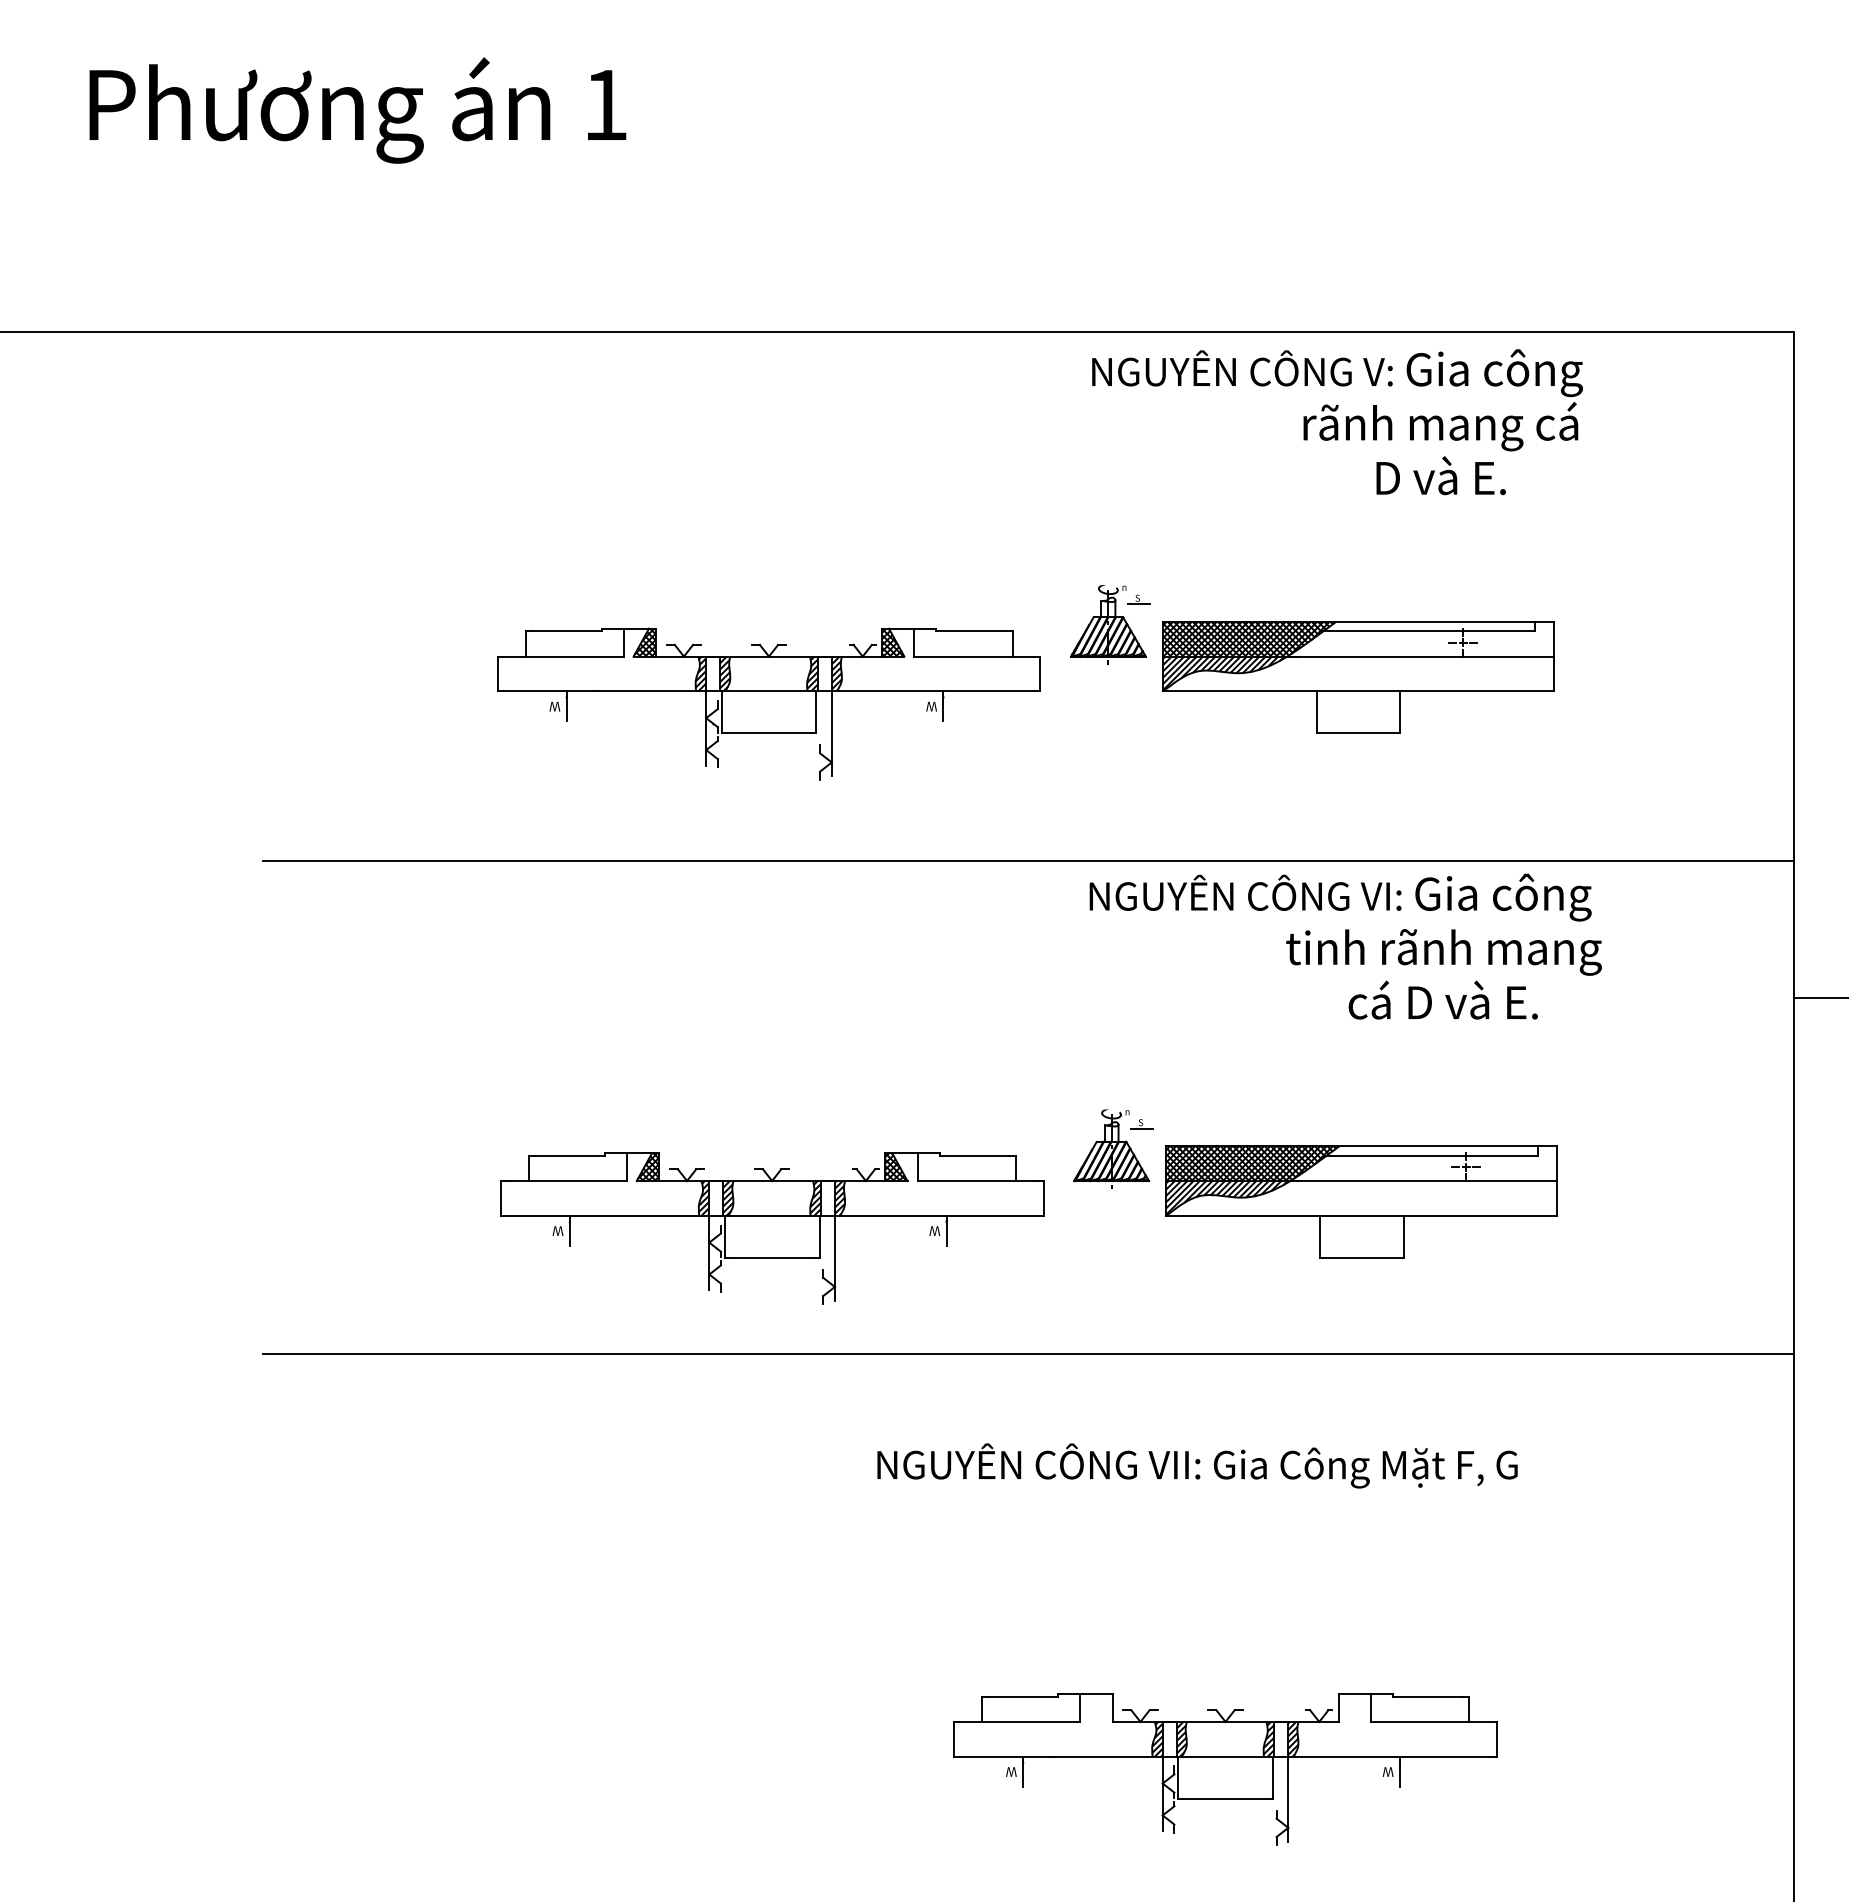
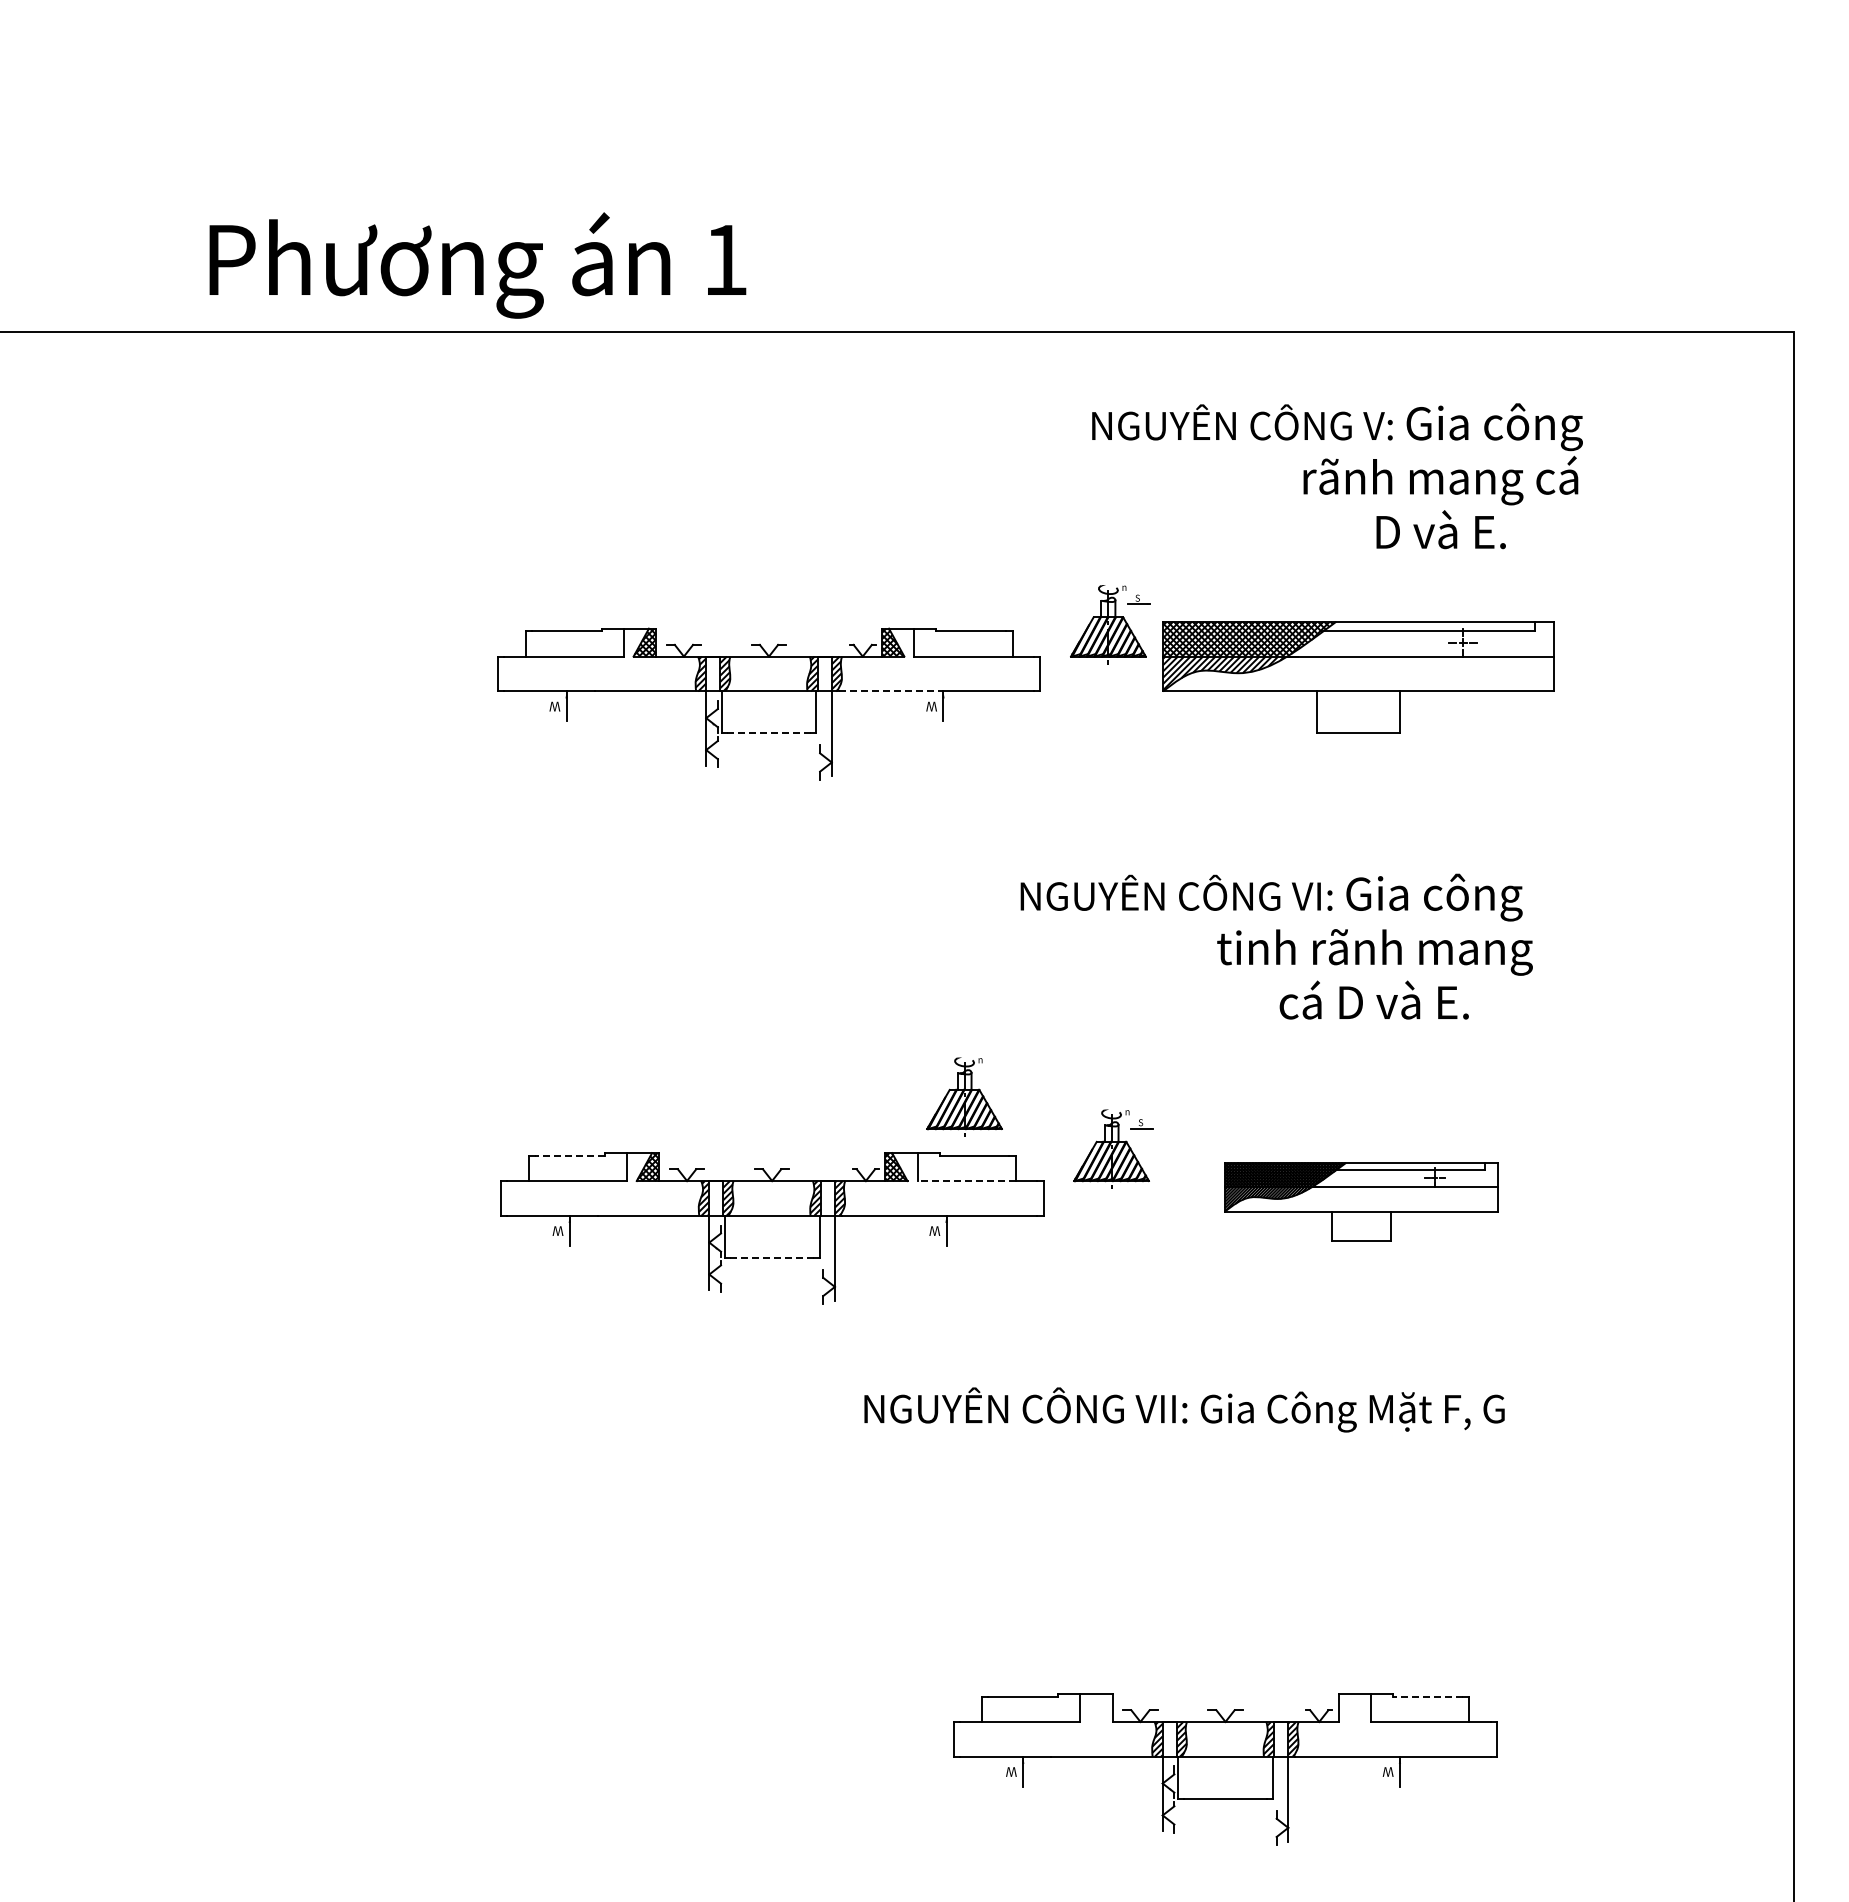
text at (357, 110) position: (357, 110) -> (477, 265)
text at (1337, 422) position: (1337, 422) -> (1337, 476)
line at (891, 691): solid -> dashed
line at (769, 733): solid -> dashed
line at (1027, 860): present -> none
text at (1345, 946) position: (1345, 946) -> (1276, 946)
line at (1819, 997): present -> none
part at (964, 1096): none -> present
line at (569, 1155): solid -> dashed
line at (966, 1181): solid -> dashed
part at (1361, 1201) size: 393x114 px -> 275x80 px
line at (772, 1257): solid -> dashed
line at (1027, 1354): present -> none
text at (1197, 1465) position: (1197, 1465) -> (1184, 1409)
line at (1427, 1696): solid -> dashed
